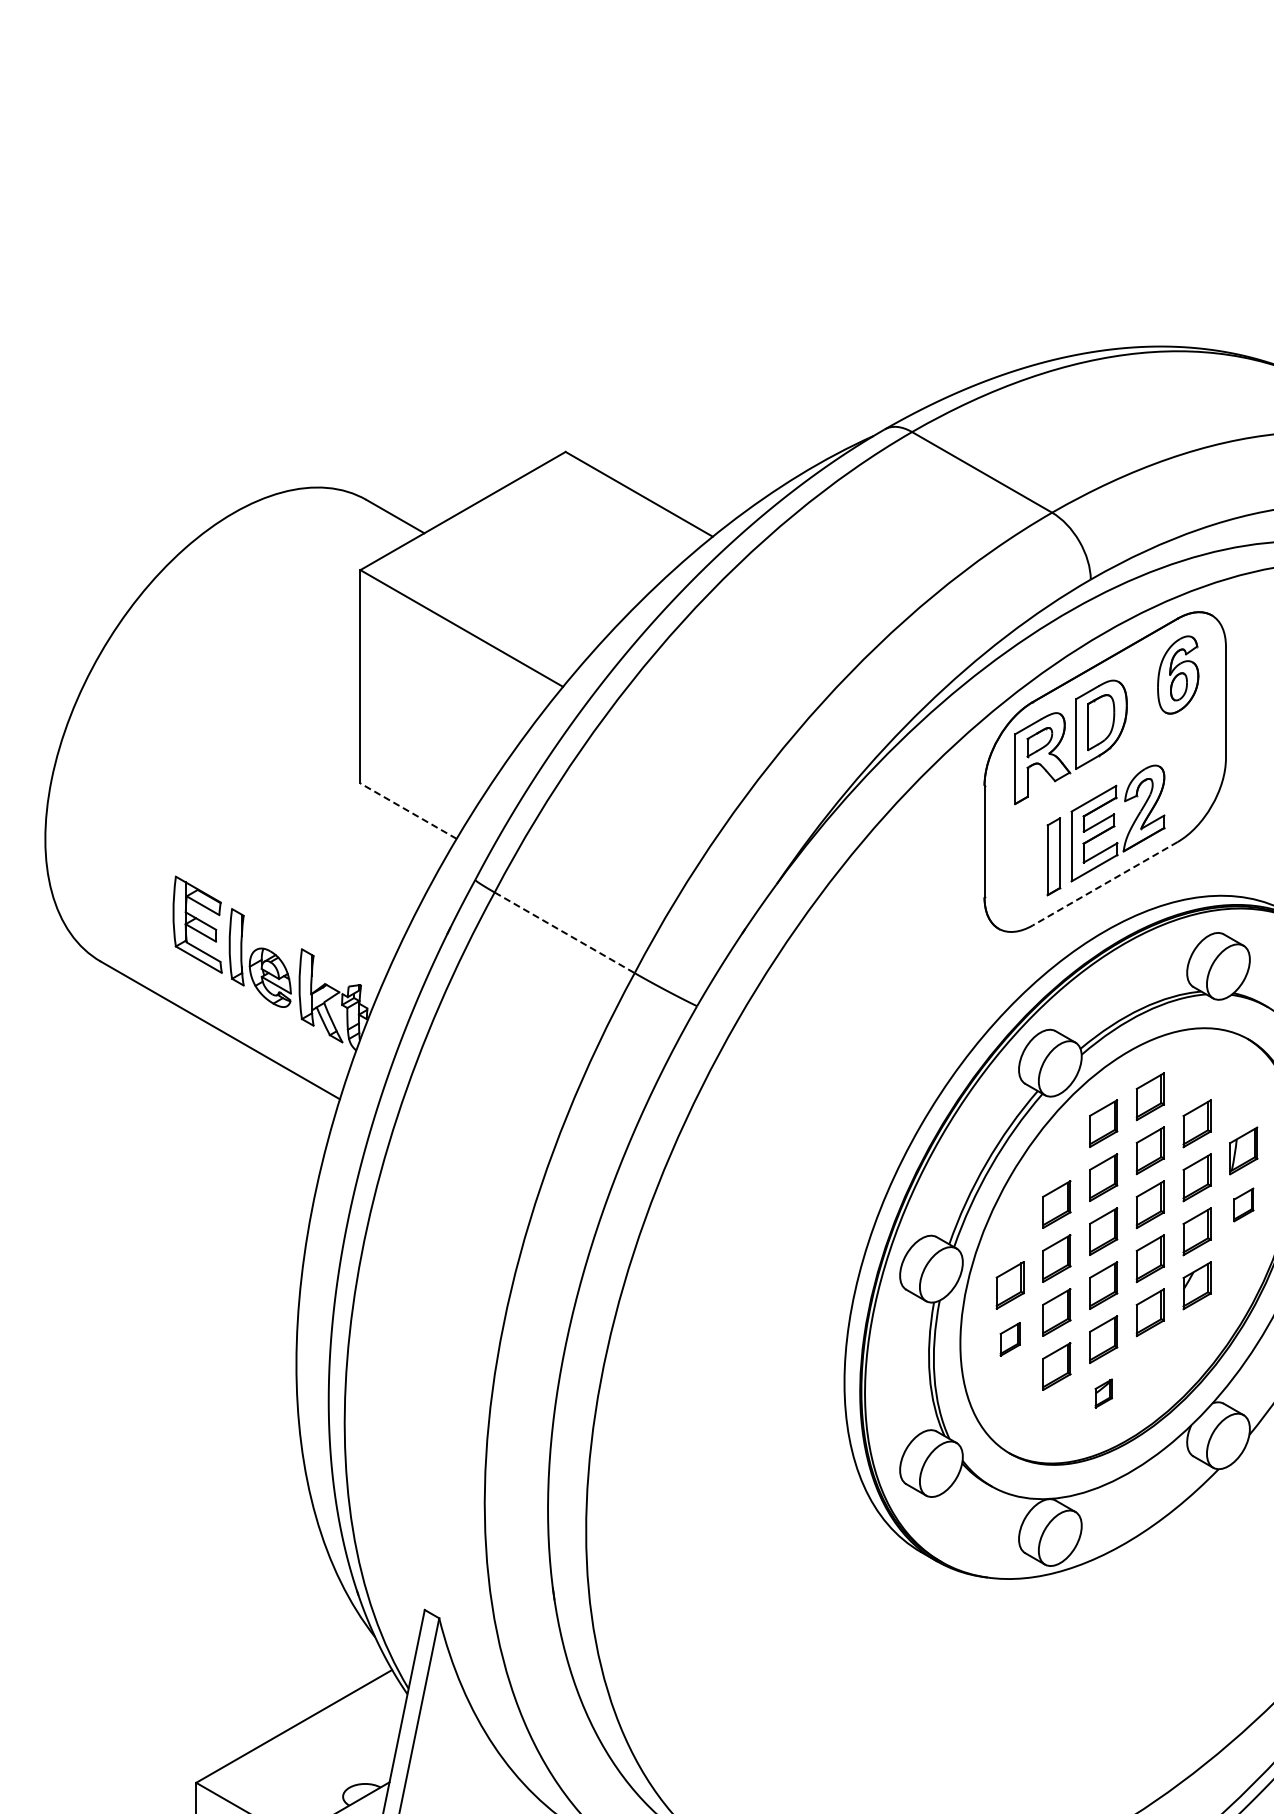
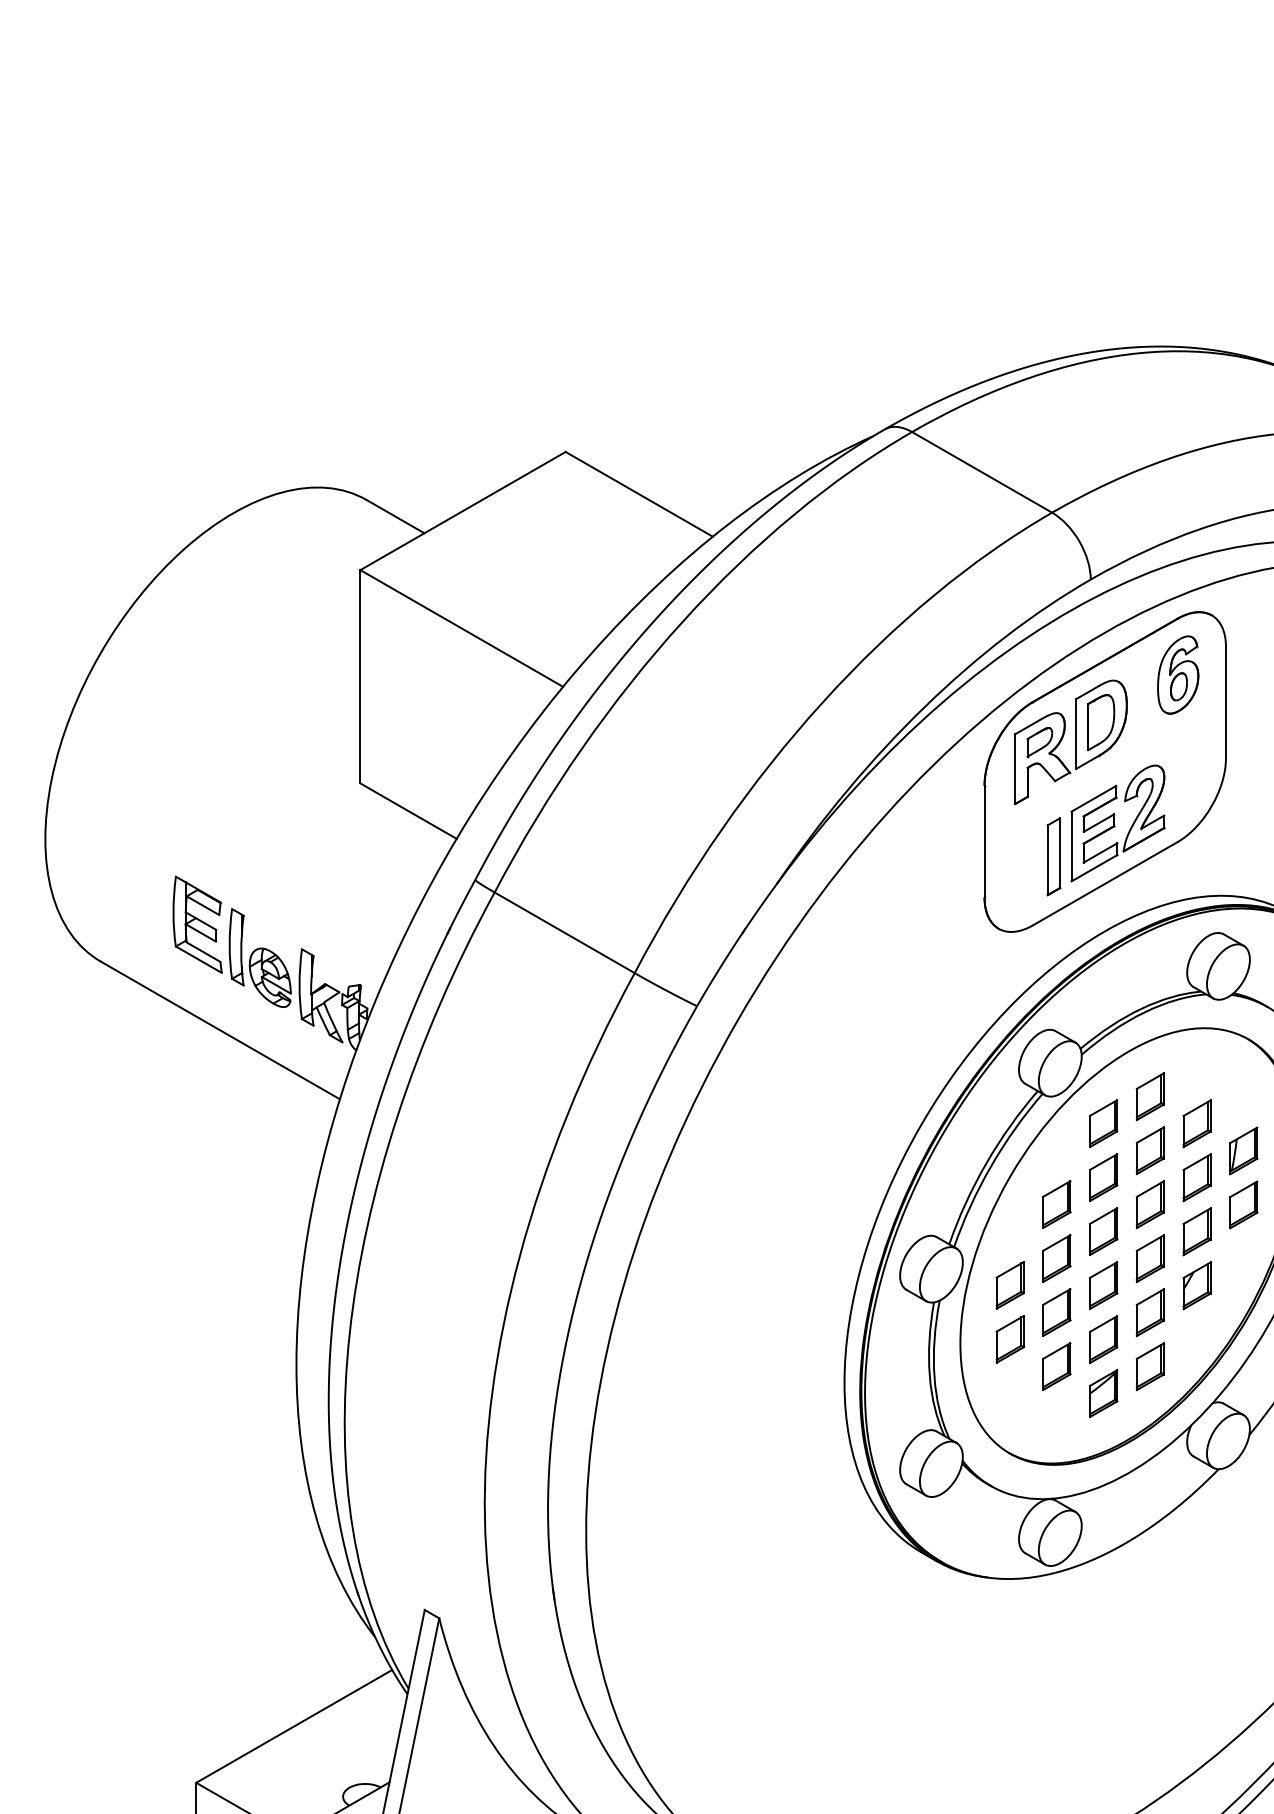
line at (408, 811): dashed -> solid
line at (1105, 883): dashed -> solid
line at (564, 932): dashed -> solid
part at (1243, 1204) size: 22x36 px -> 30x50 px
part at (1009, 1339) size: 22x35 px -> 30x49 px
part at (1149, 1366): none -> present
part at (1103, 1393) size: 19x31 px -> 30x49 px
